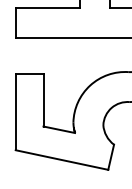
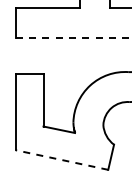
line at (73, 37): solid -> dashed
line at (61, 159): solid -> dashed
